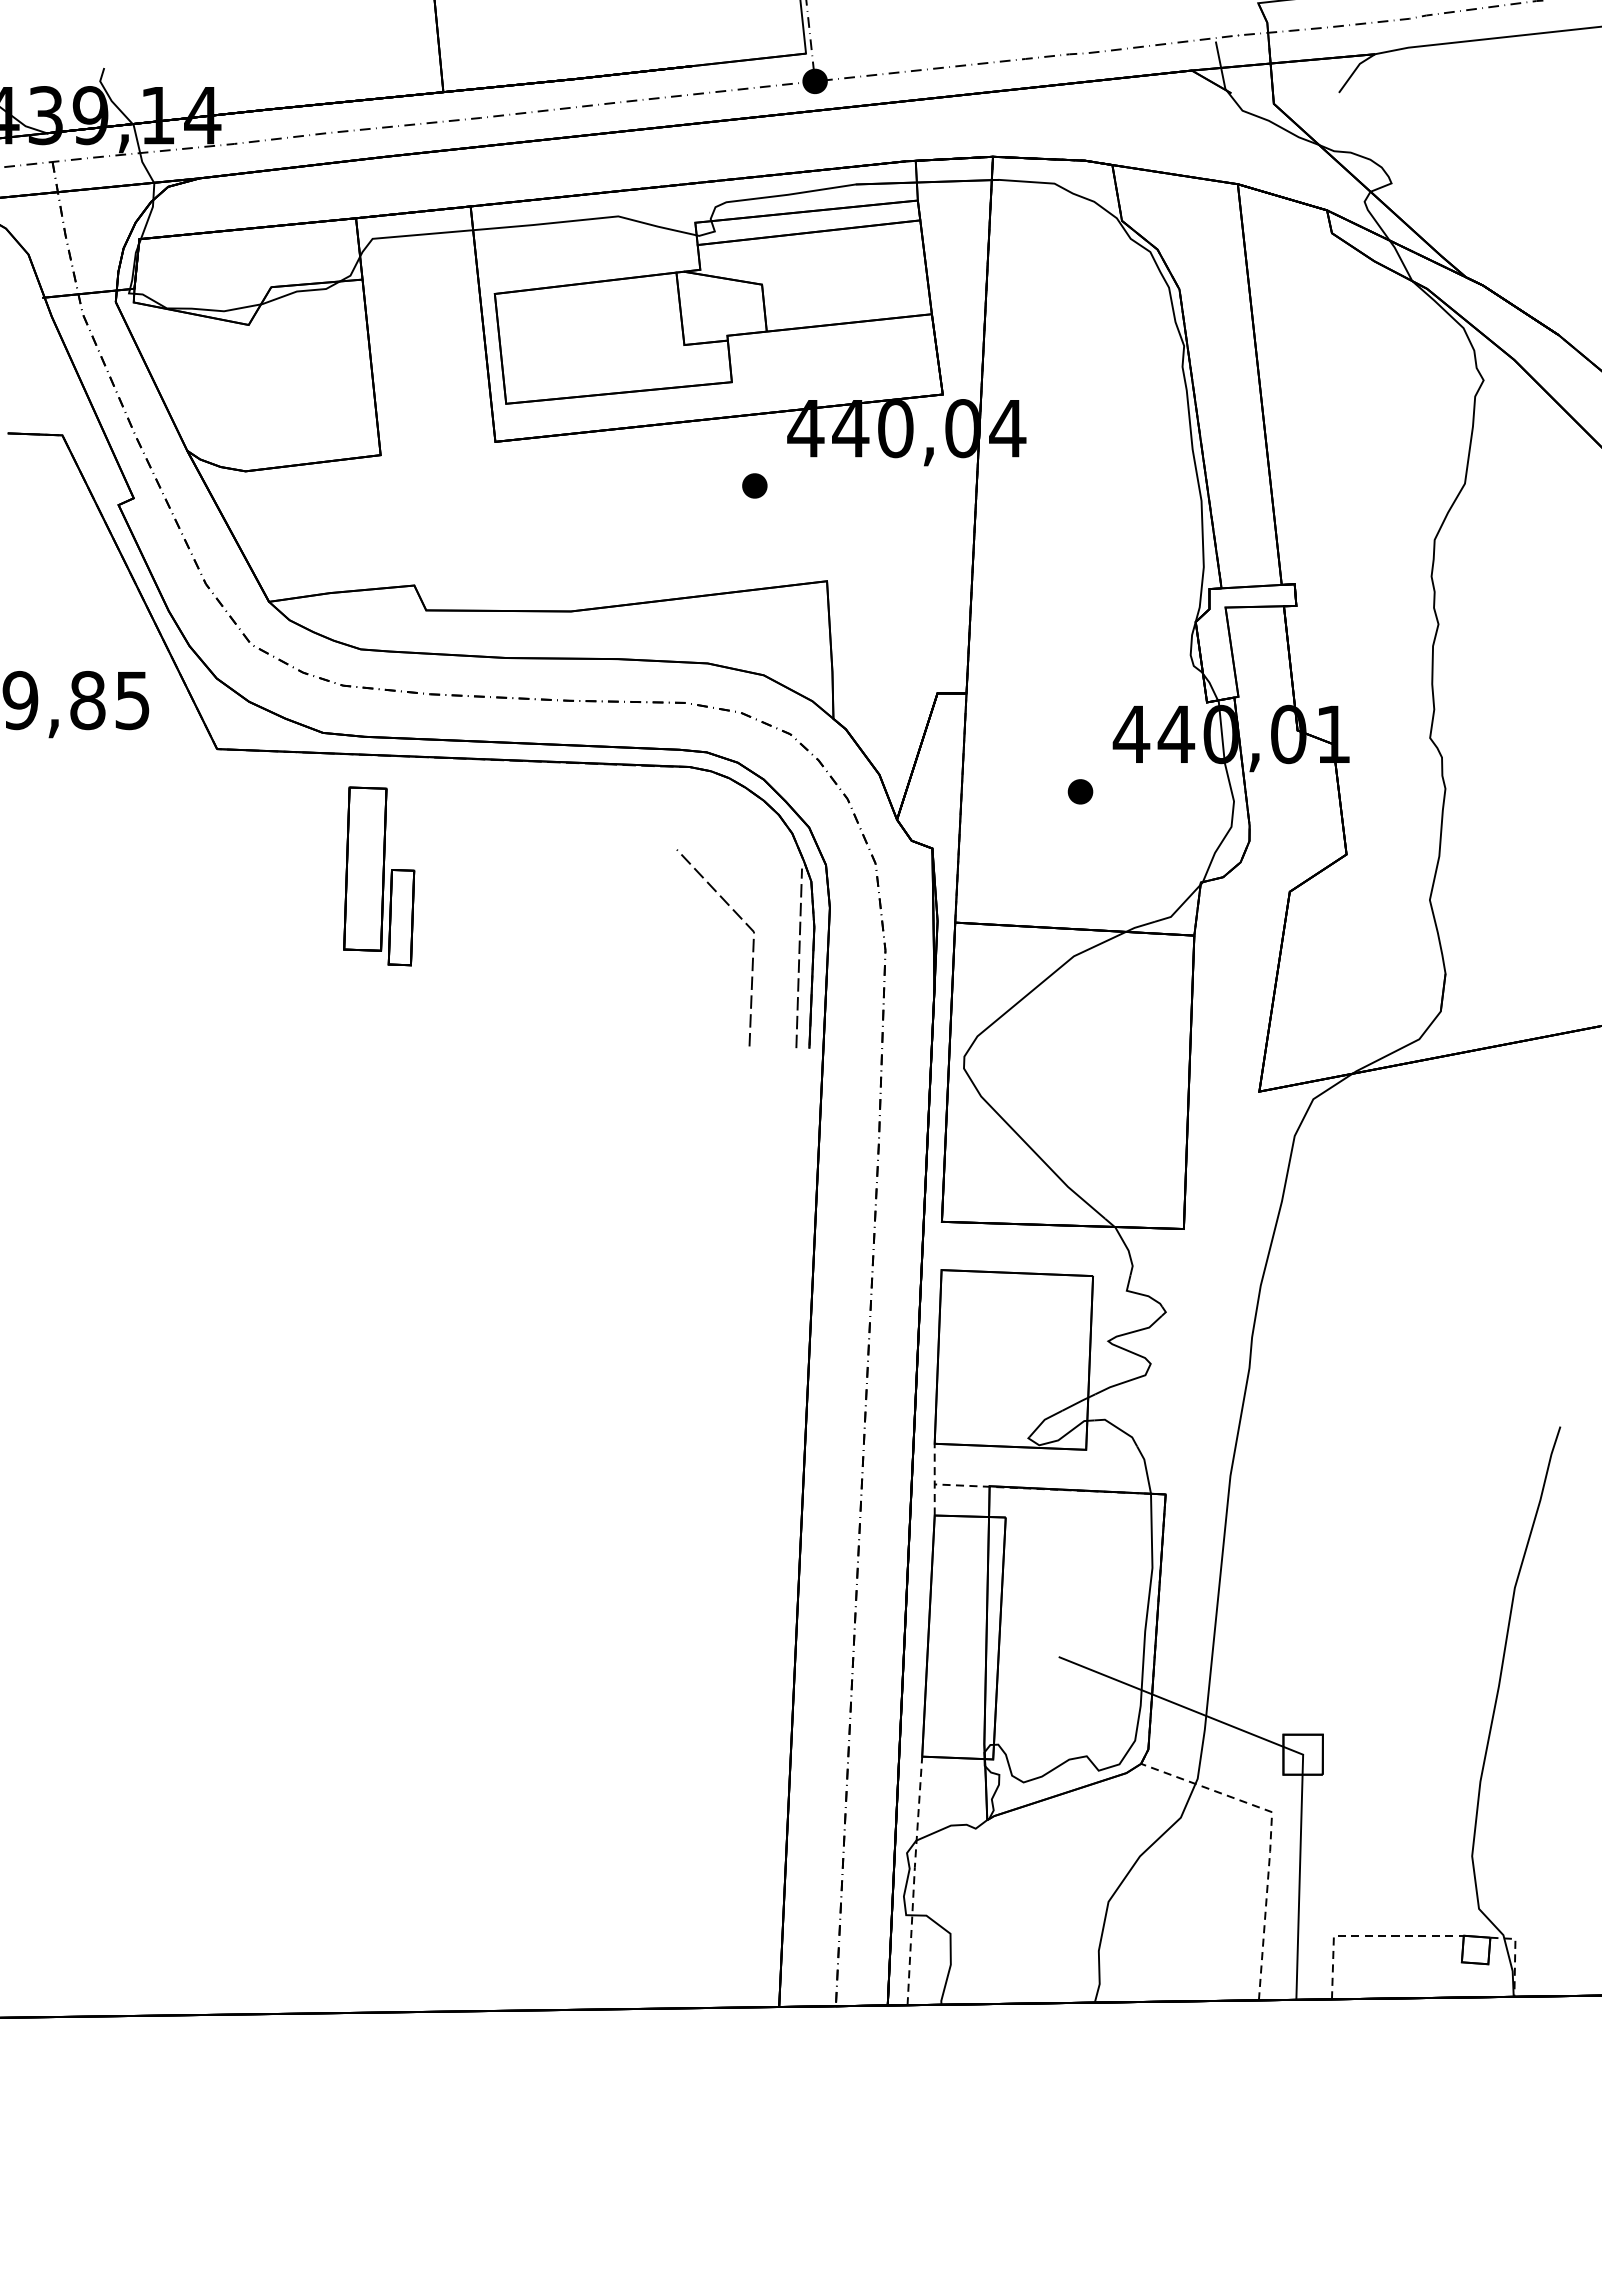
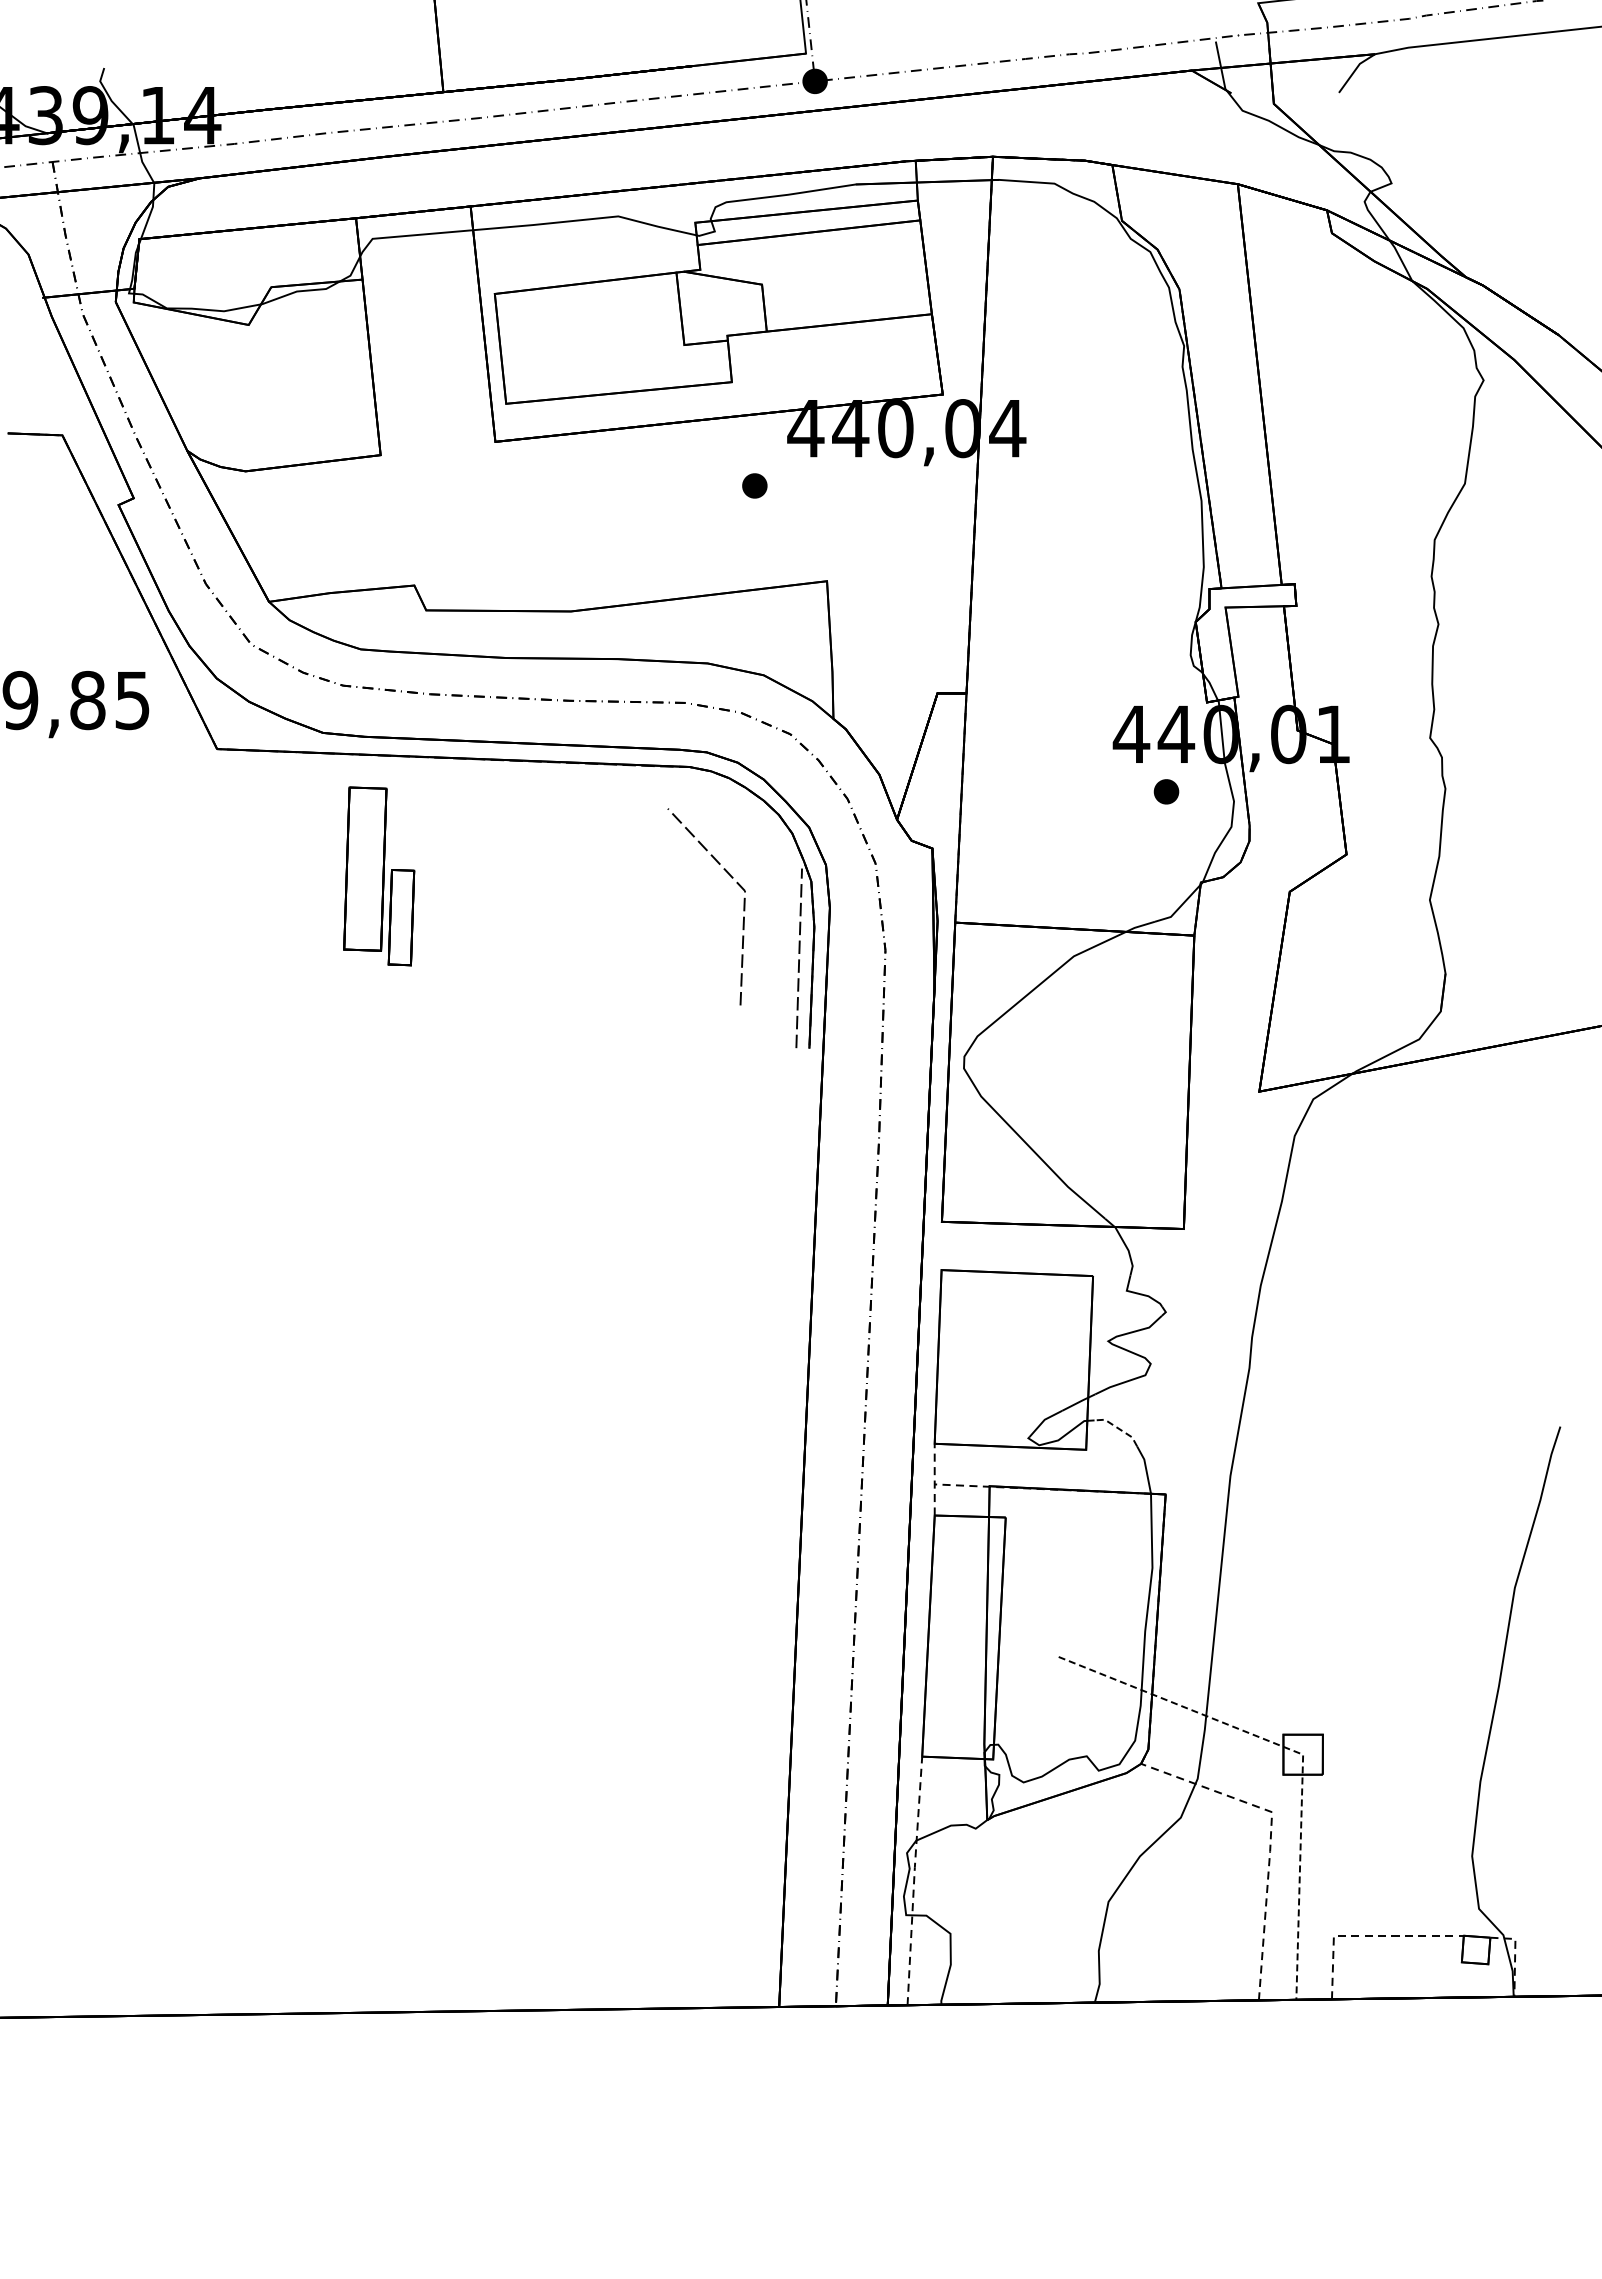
part at (1080, 791) position: (1080, 791) -> (1166, 791)
line at (752, 947) position: (752, 947) -> (743, 906)
line at (1118, 1428): solid -> dashed
line at (1295, 1751): solid -> dashed
